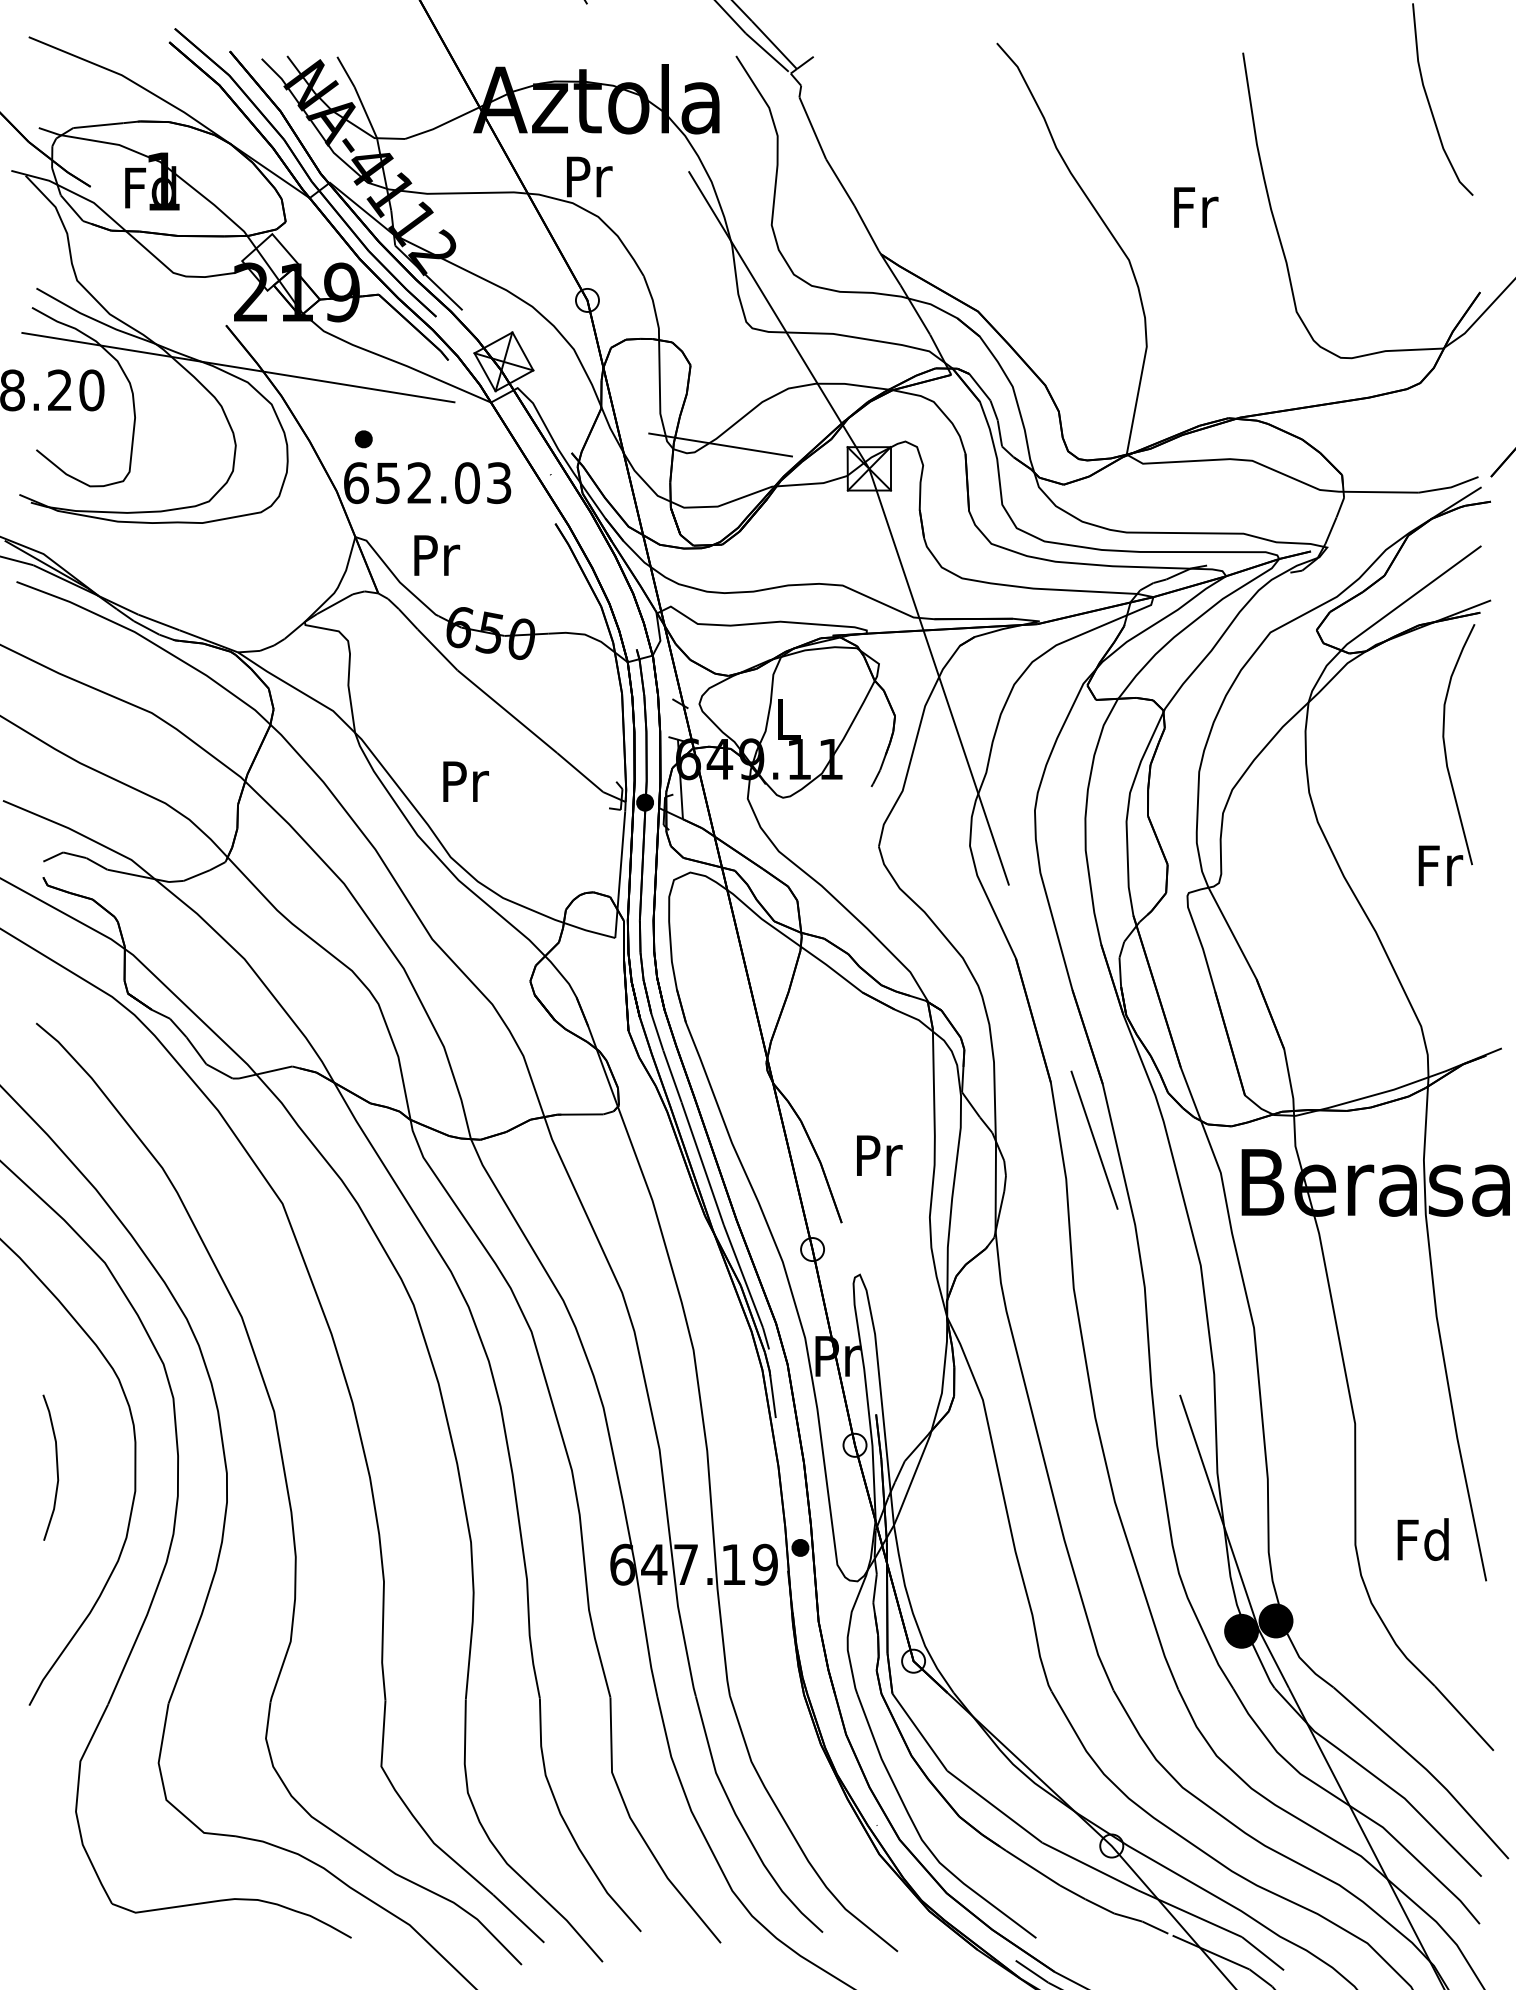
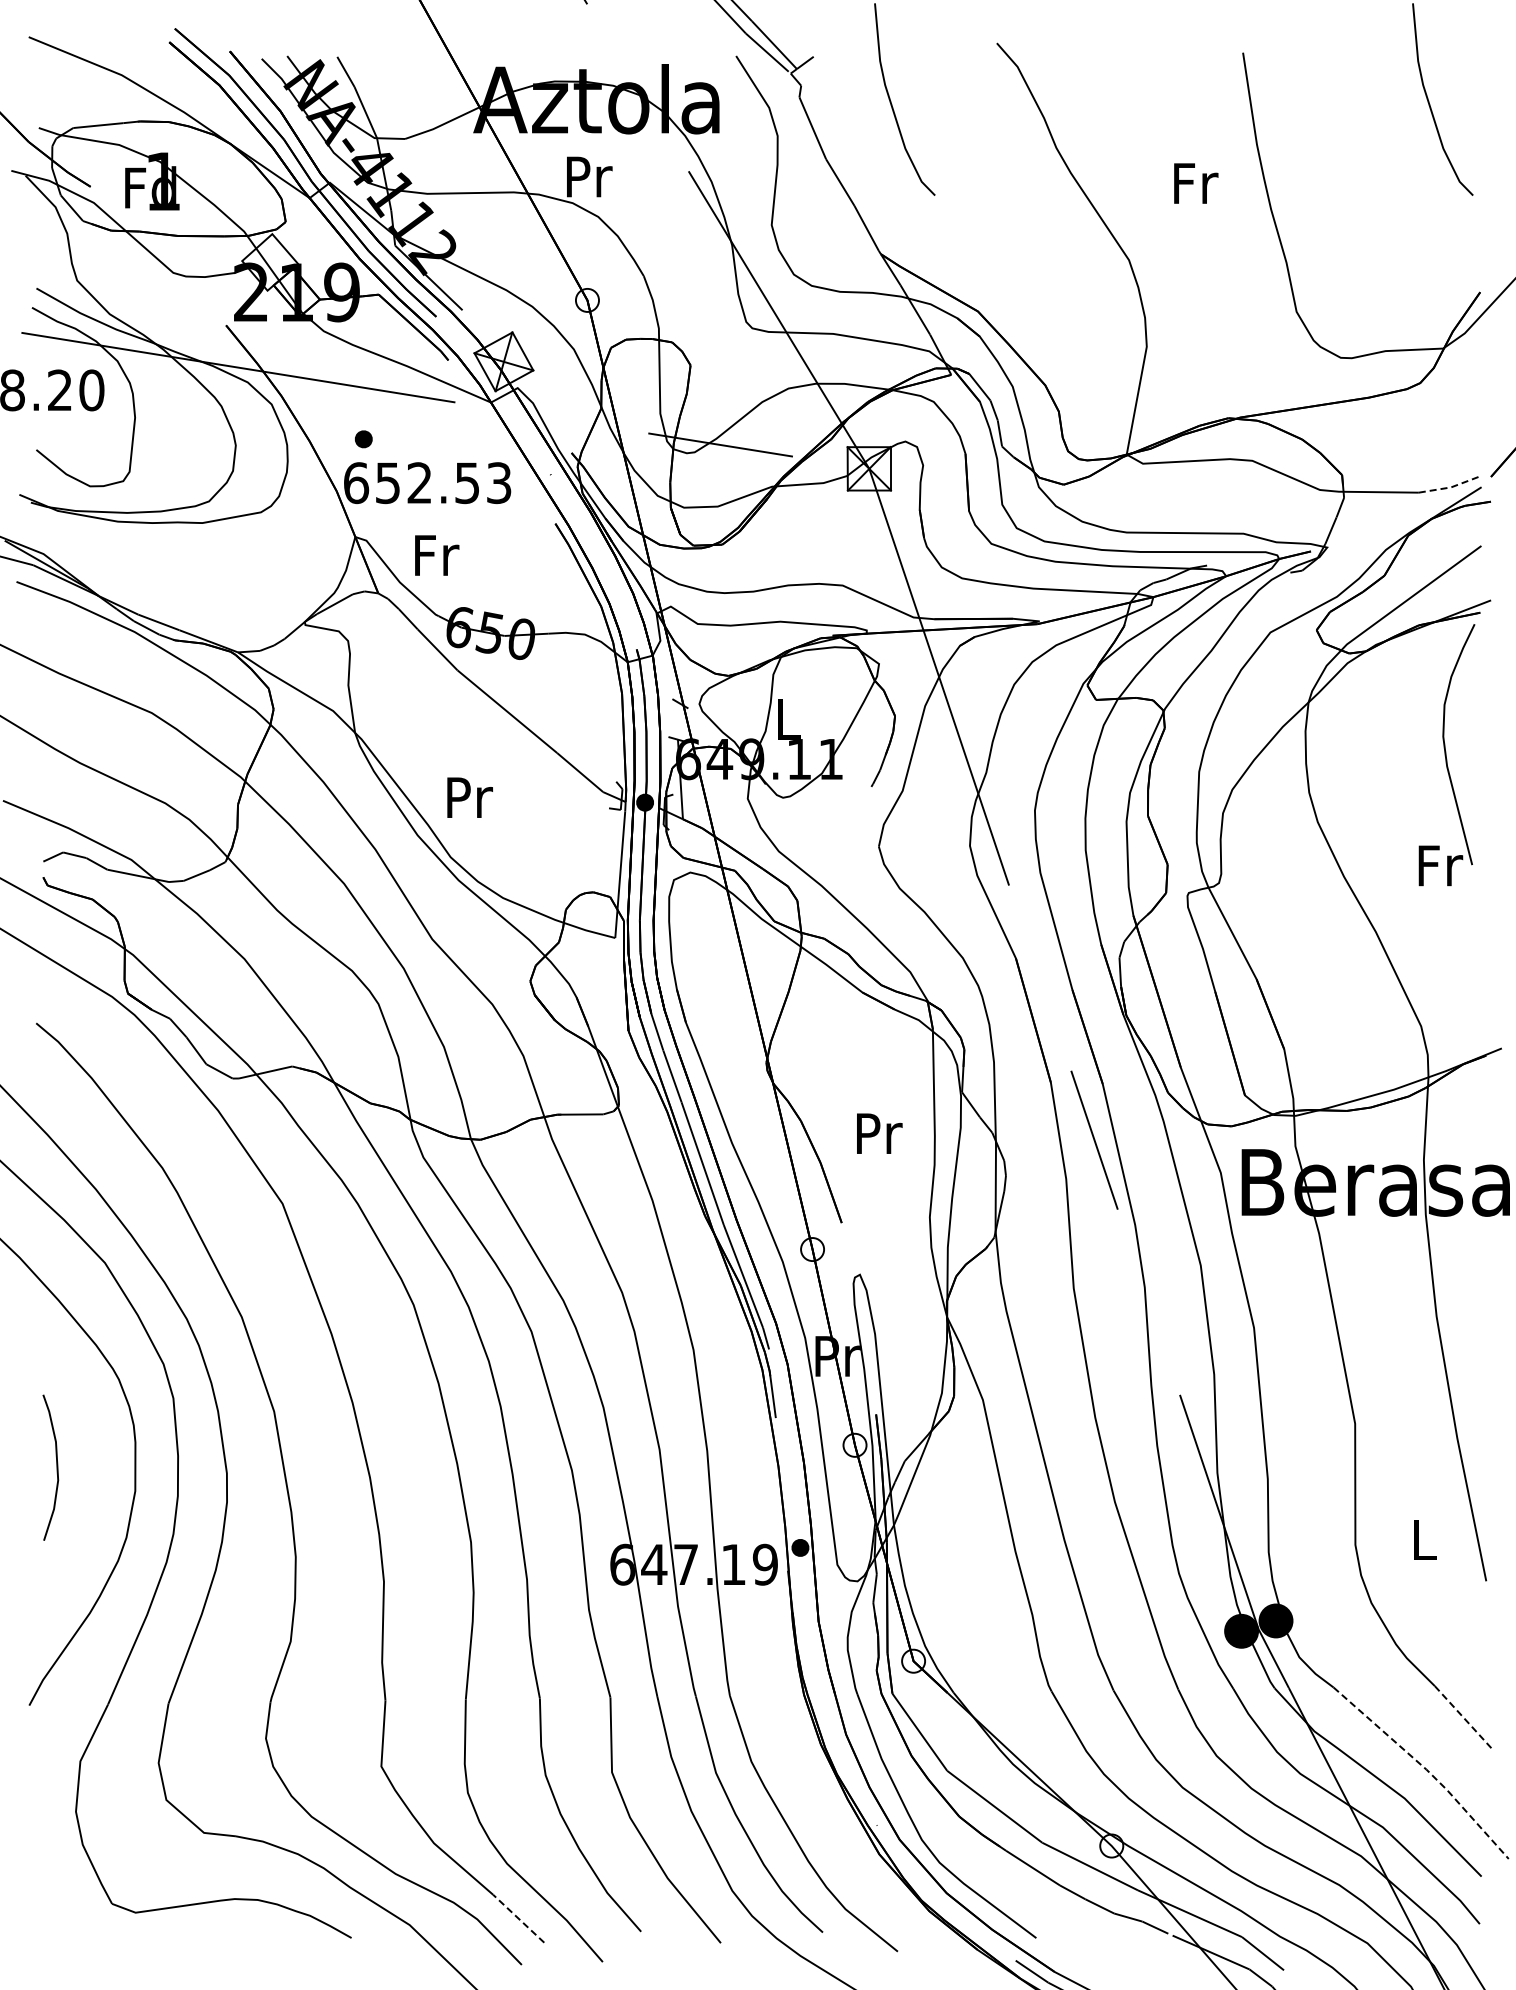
curve at (892, 104): none -> present
text at (1196, 207) position: (1196, 207) -> (1196, 183)
text at (467, 483): 652.03 -> 652.53
line at (1450, 487): solid -> dashed
text at (437, 555): Pr -> Fr
text at (465, 781) position: (465, 781) -> (469, 797)
text at (879, 1155) position: (879, 1155) -> (879, 1133)
text at (1422, 1539): Fd -> L
line at (1464, 1718): solid -> dashed
line at (1426, 1769): solid -> dashed
line at (518, 1918): solid -> dashed
